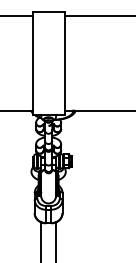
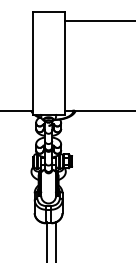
line at (17, 16): present -> none
line at (98, 16) position: (98, 16) -> (98, 21)
line at (41, 240) position: (41, 240) -> (47, 240)
